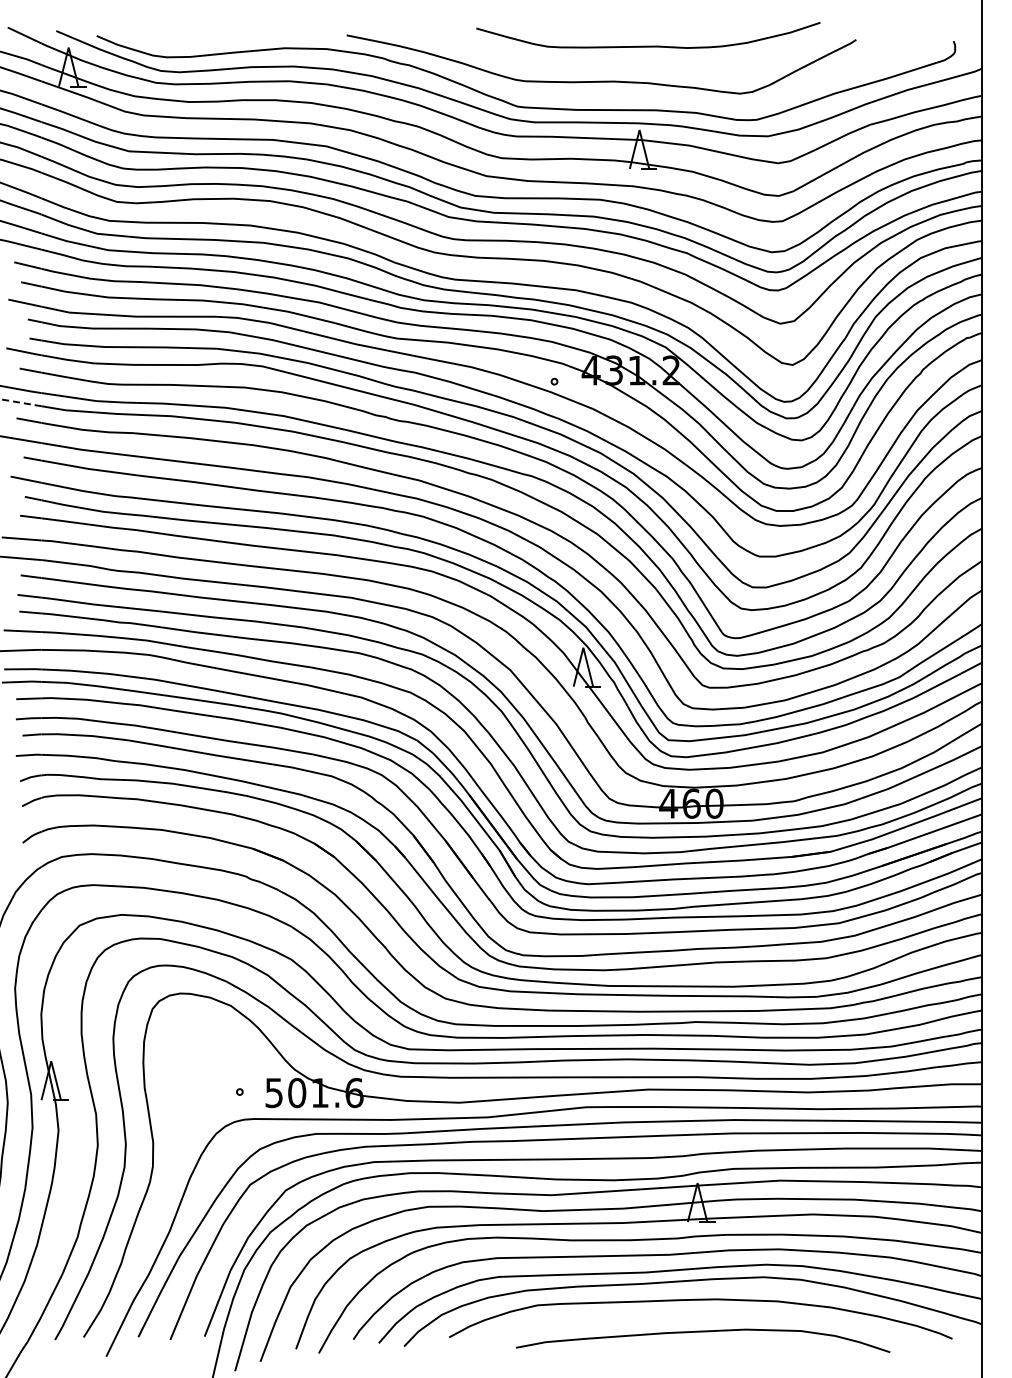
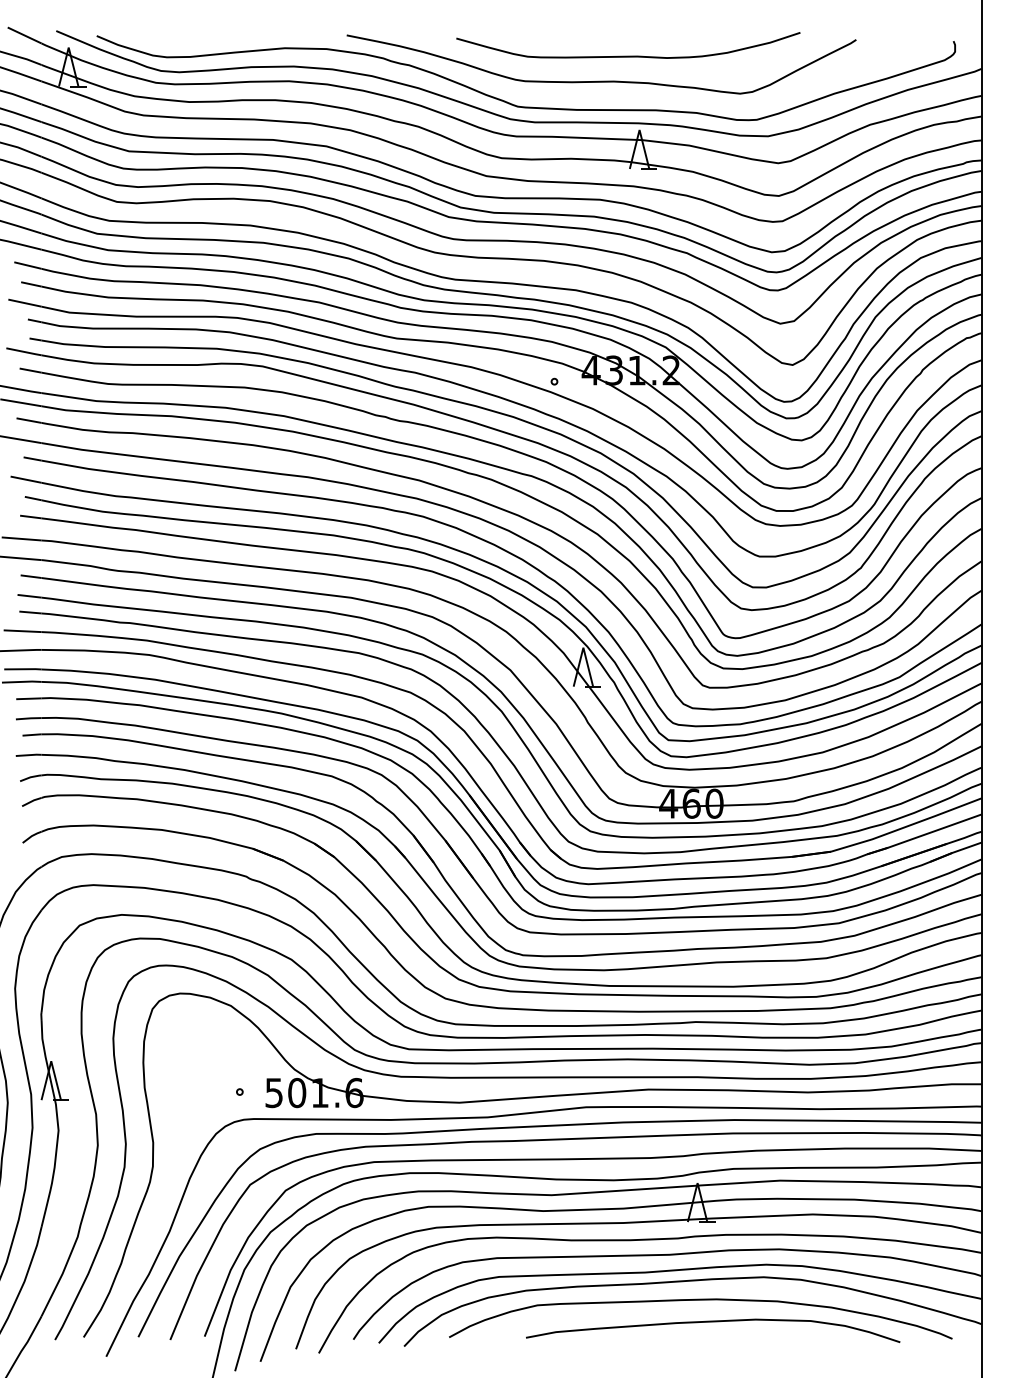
curve at (648, 45) position: (648, 45) -> (628, 55)
line at (20, 402): dashed -> solid
curve at (703, 1332) position: (703, 1332) -> (713, 1322)
